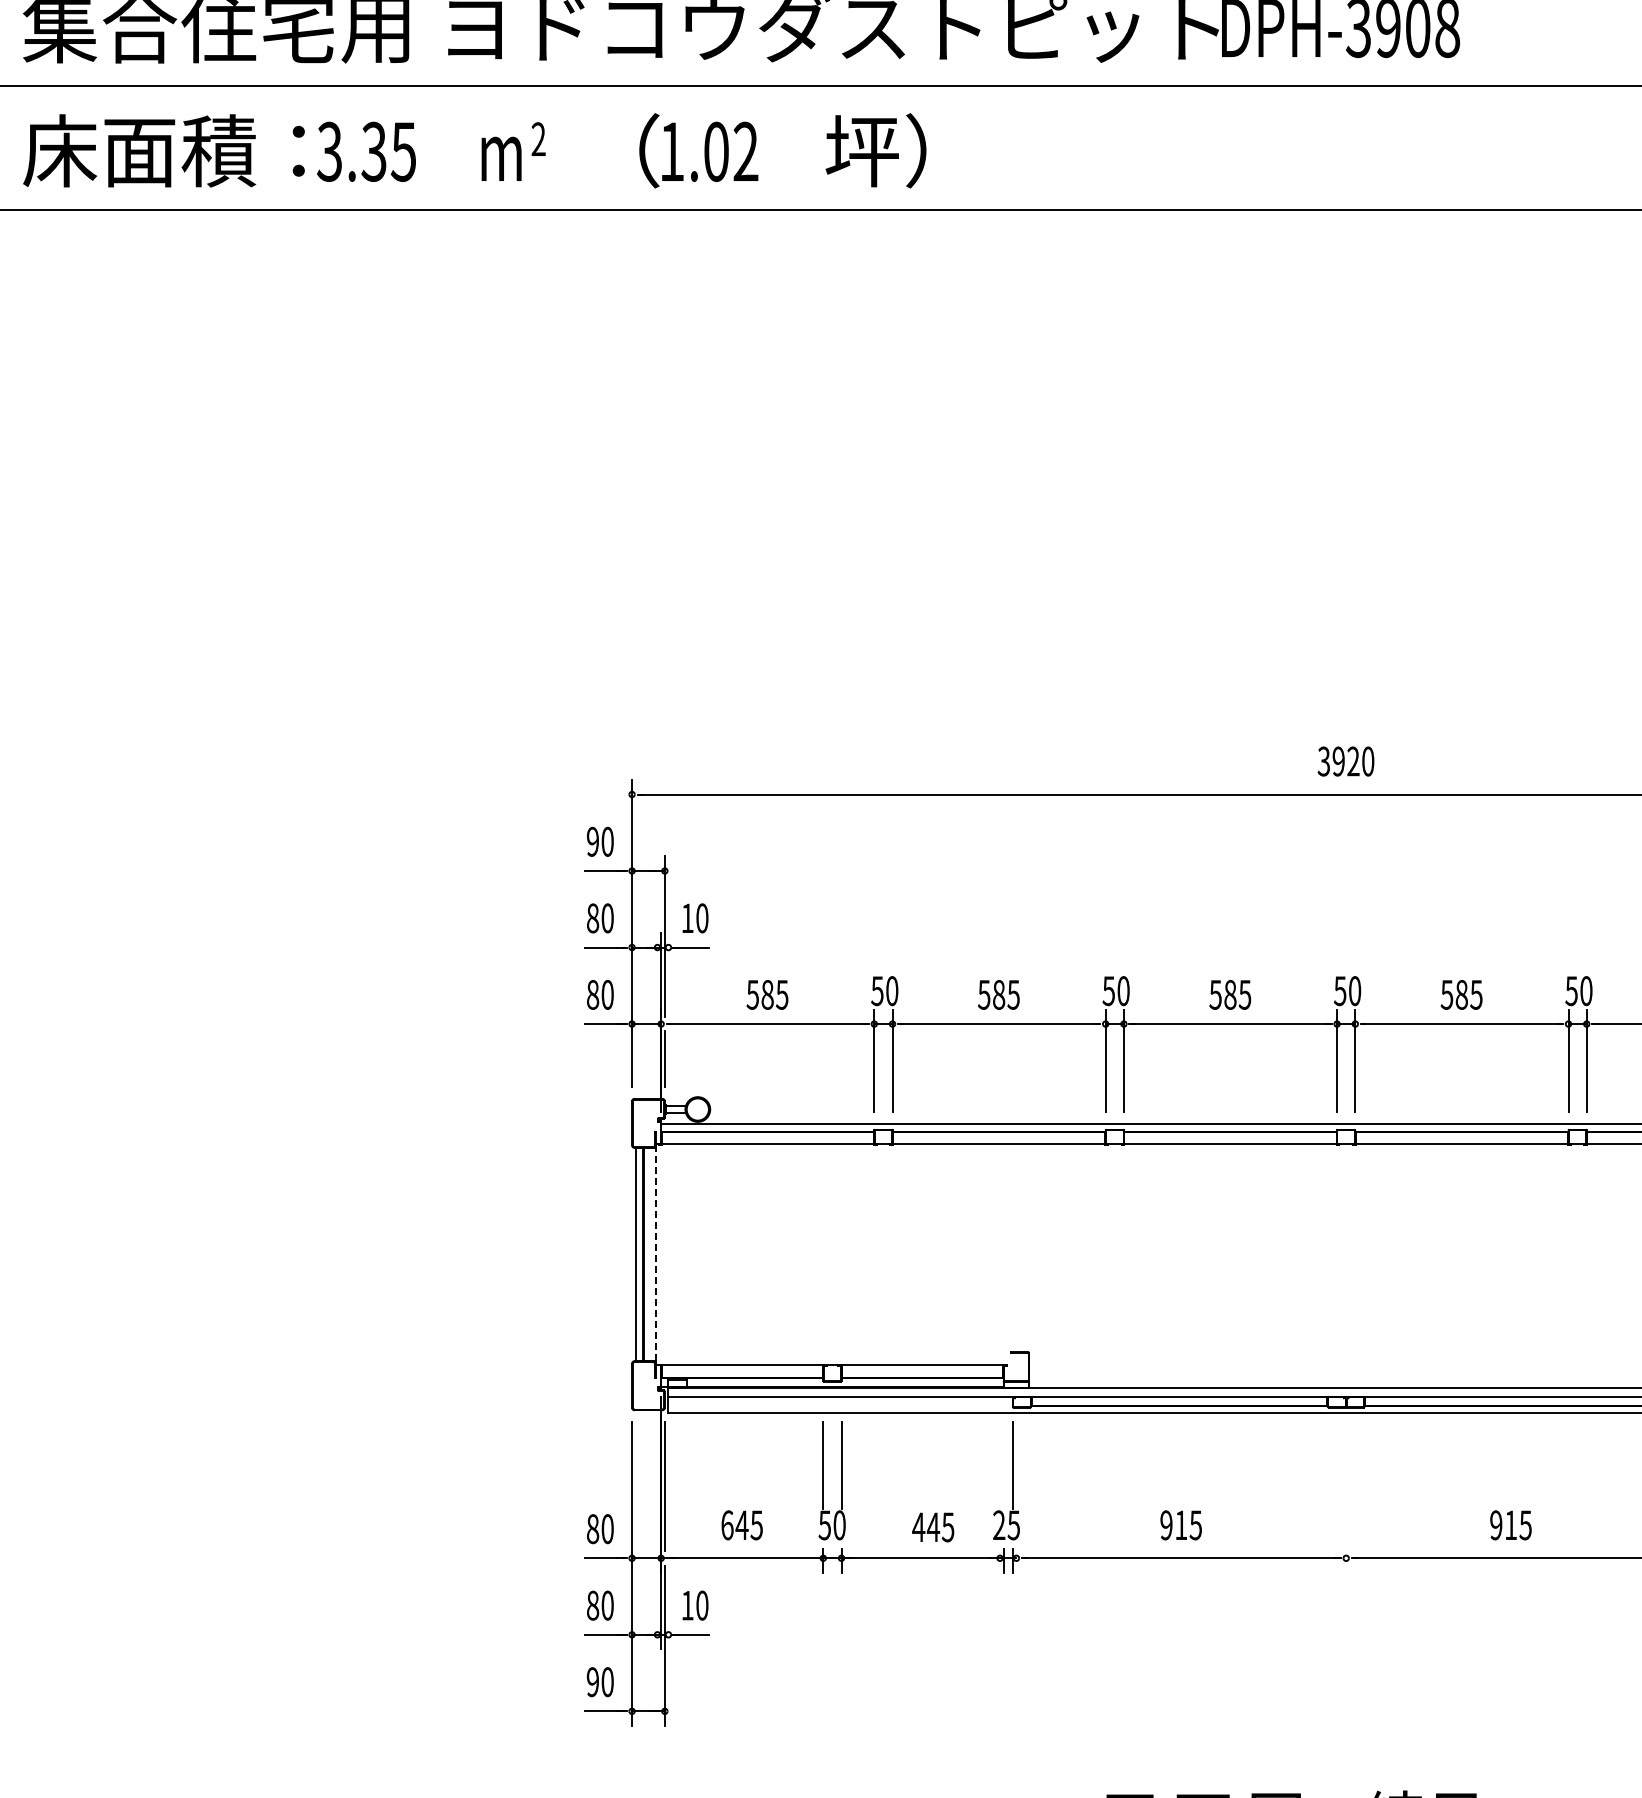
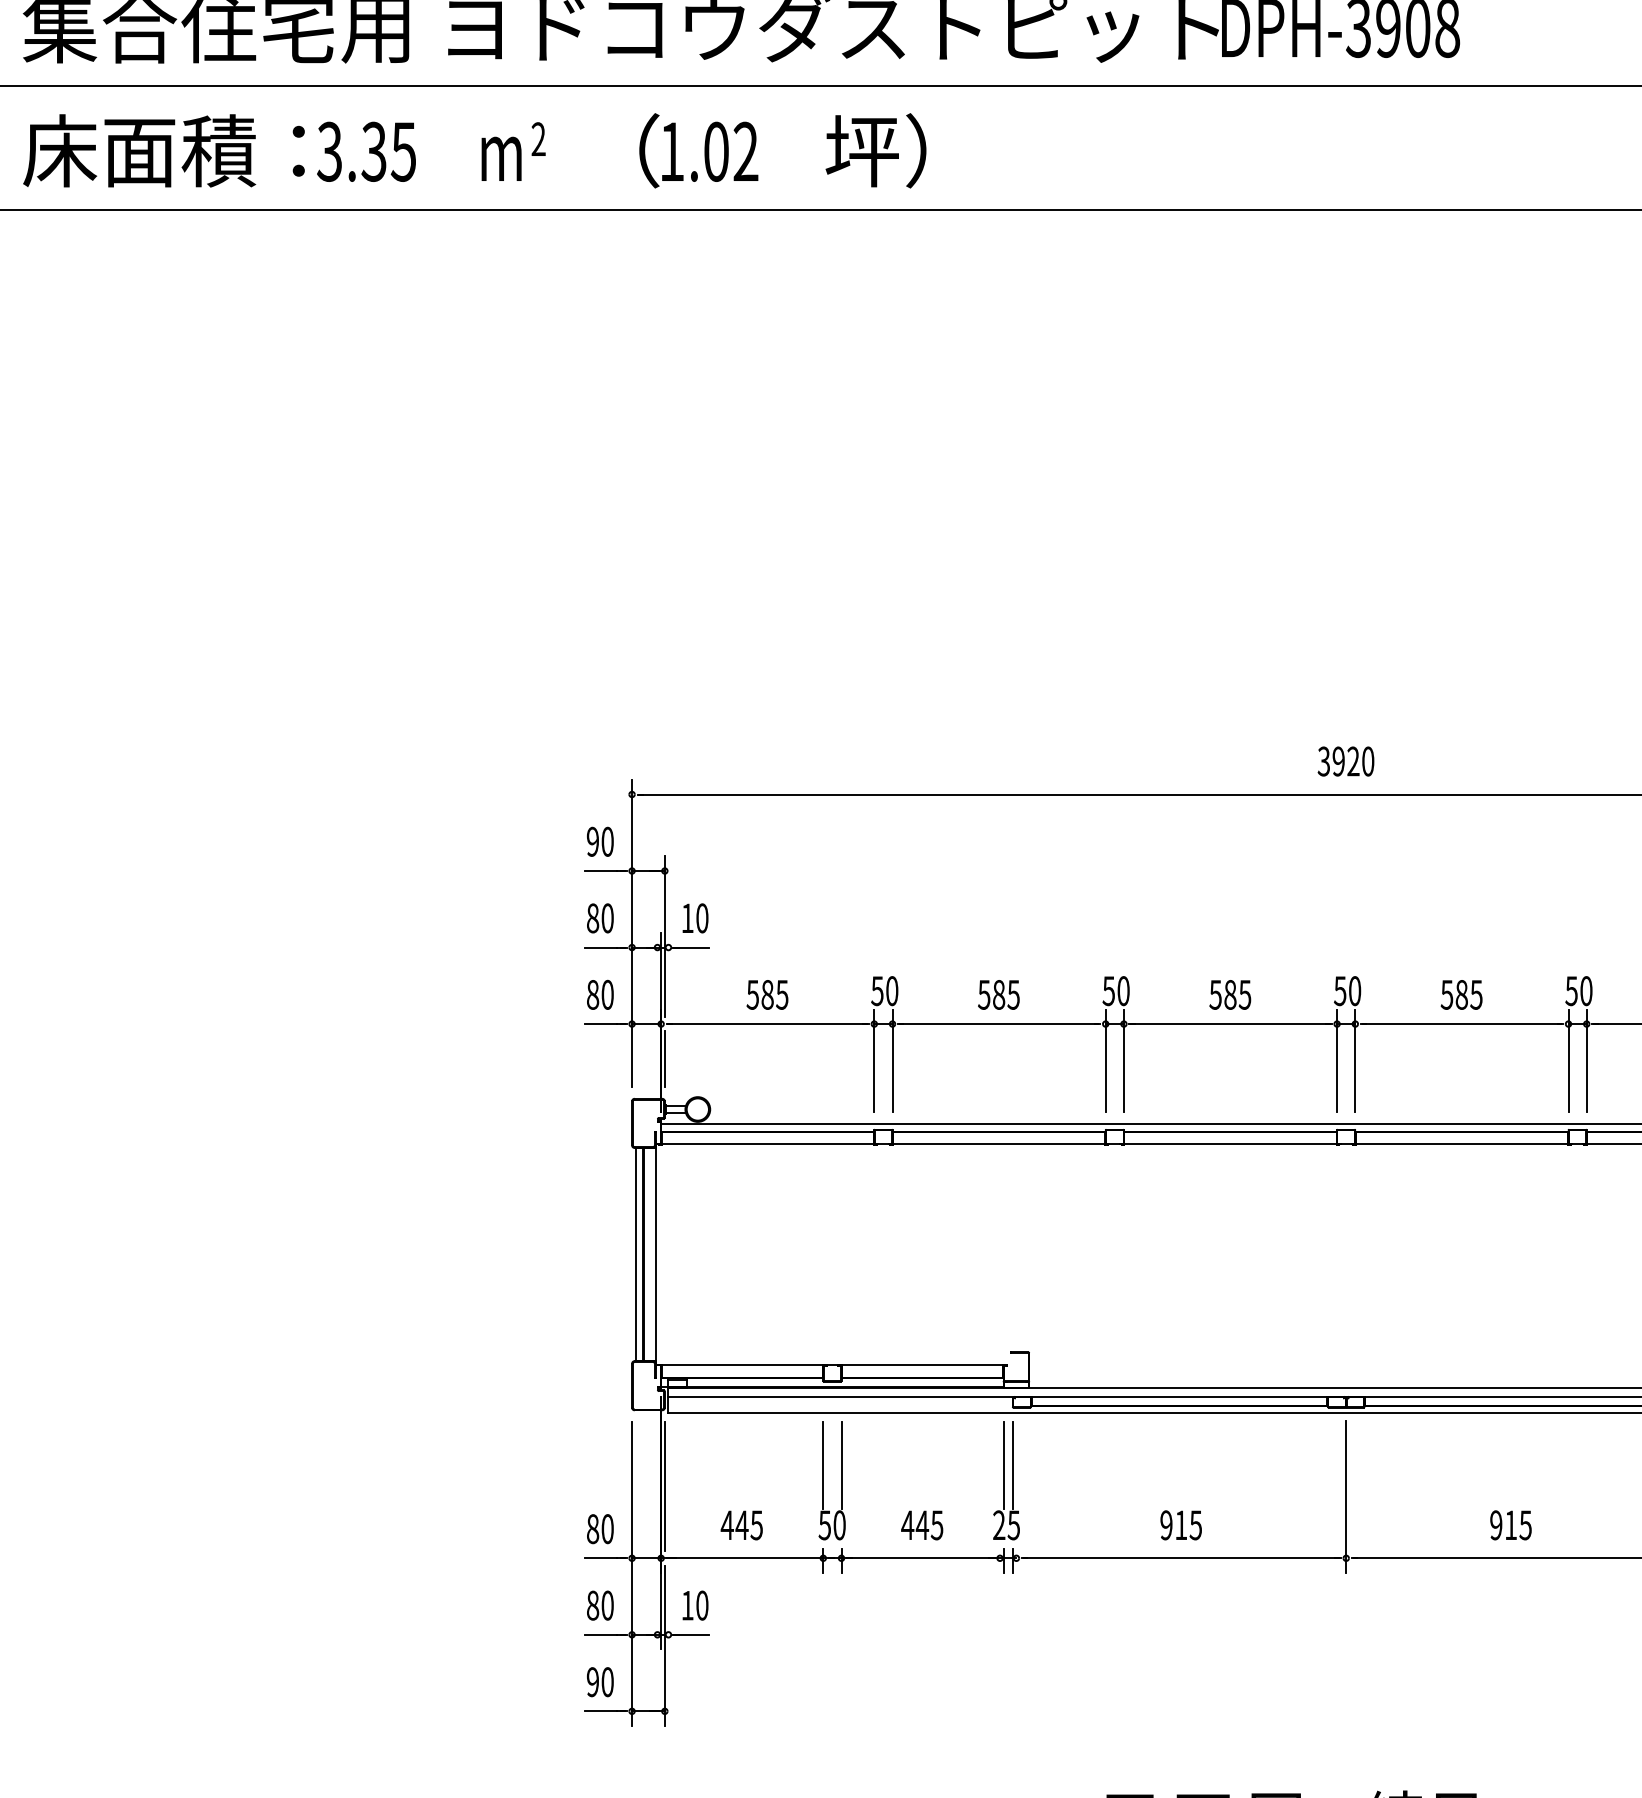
line at (655, 1254): dashed -> solid
line at (1003, 1465): none -> present
line at (1346, 1496): none -> present
text at (726, 1525): 645 -> 445
text at (933, 1527) position: (933, 1527) -> (922, 1525)
